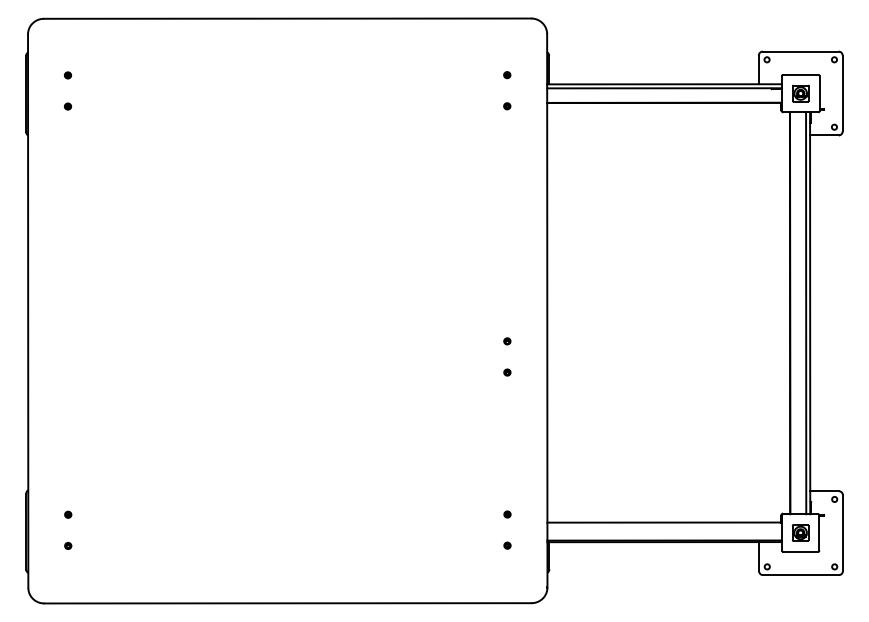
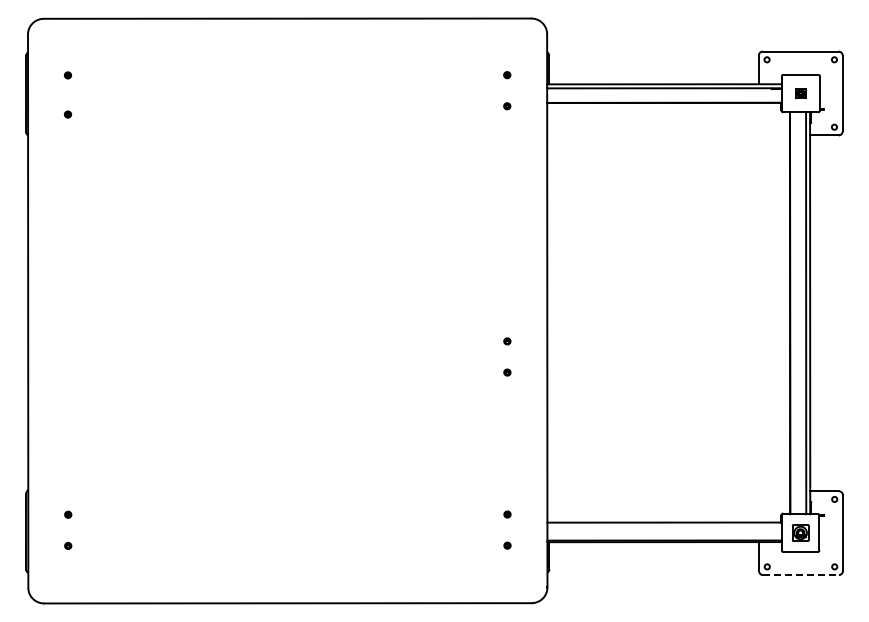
part at (800, 93) size: 18x19 px -> 12x11 px
part at (67, 106) position: (67, 106) -> (67, 114)
line at (801, 575): solid -> dashed
